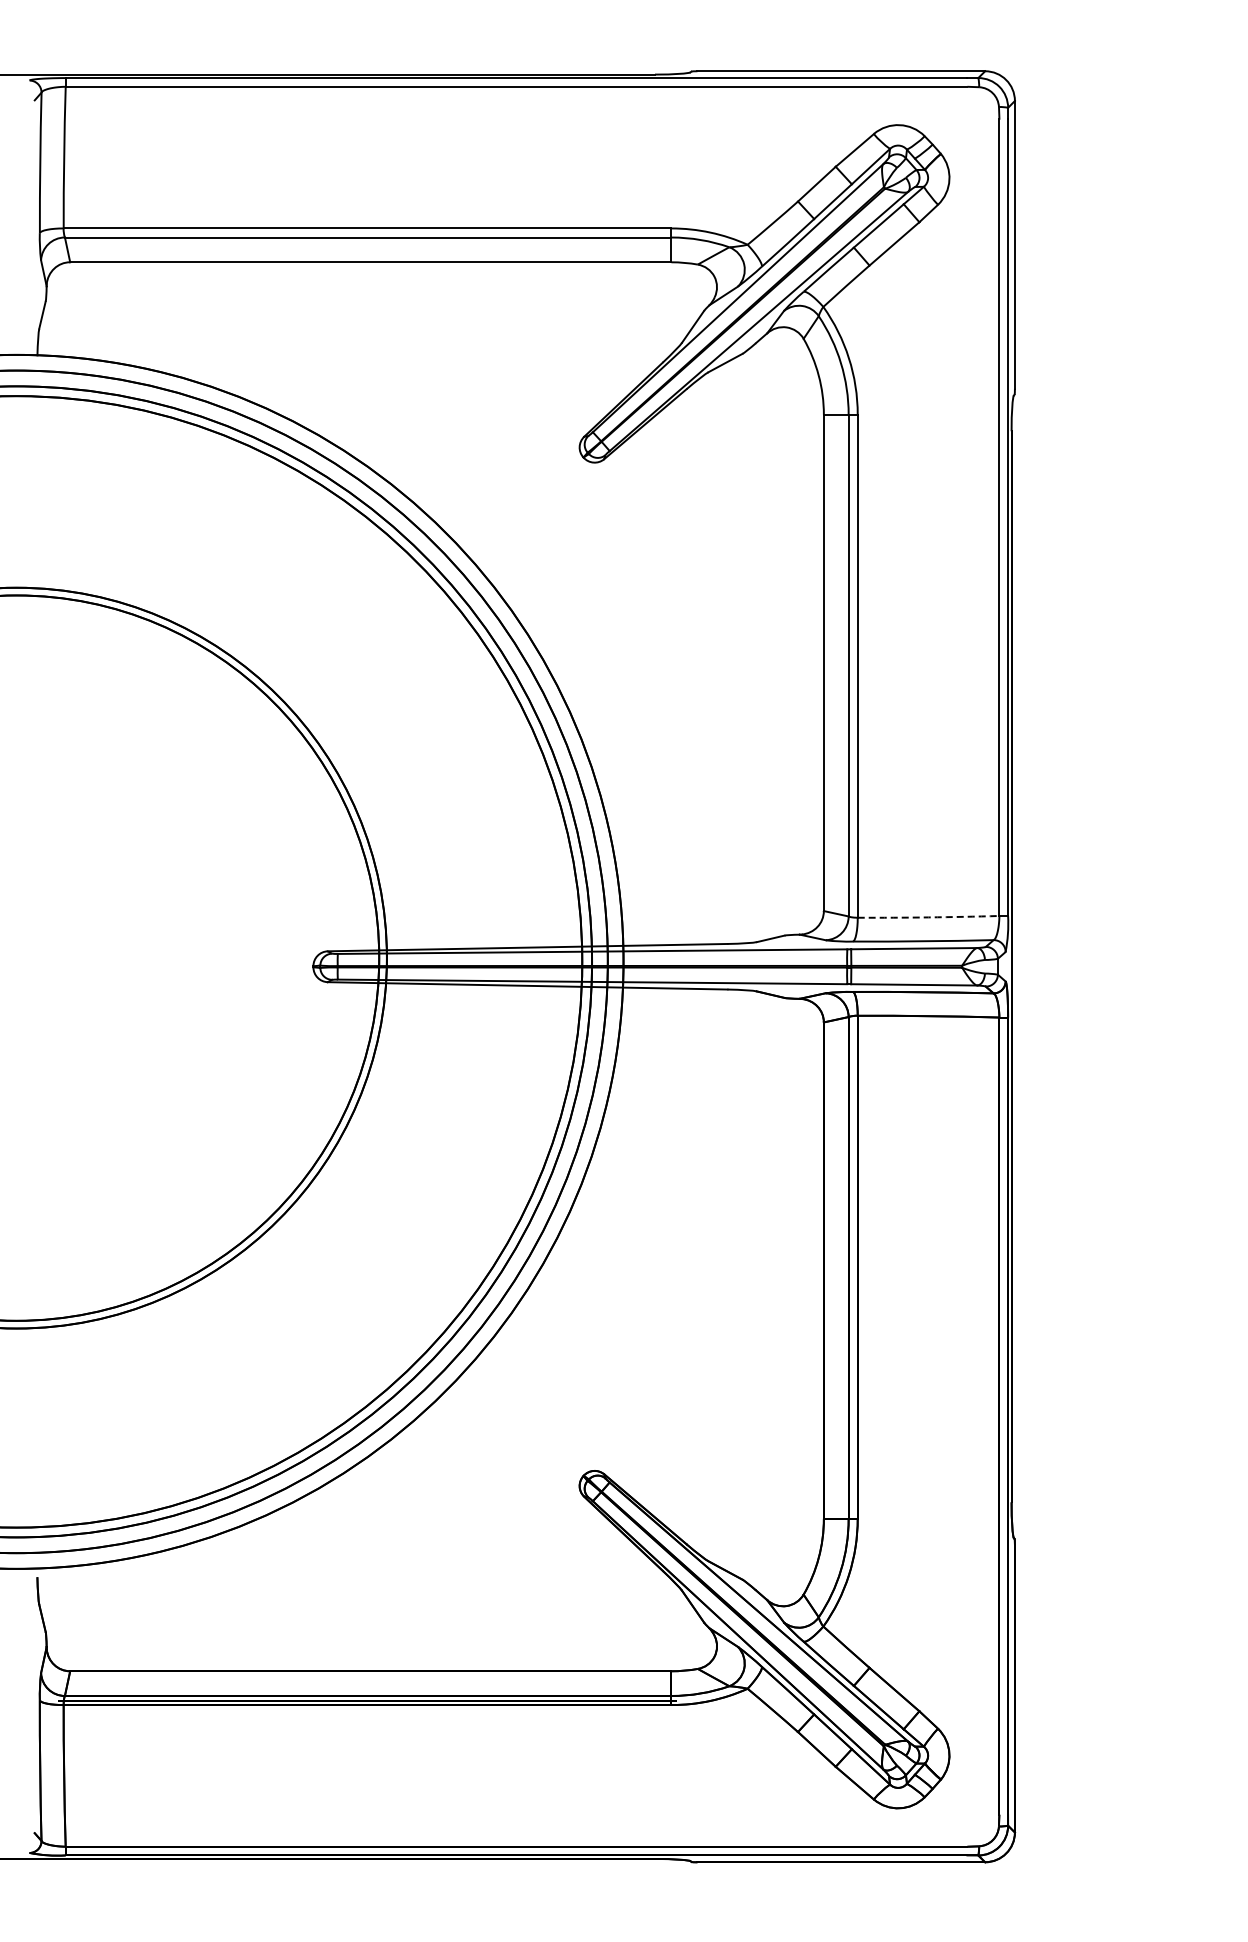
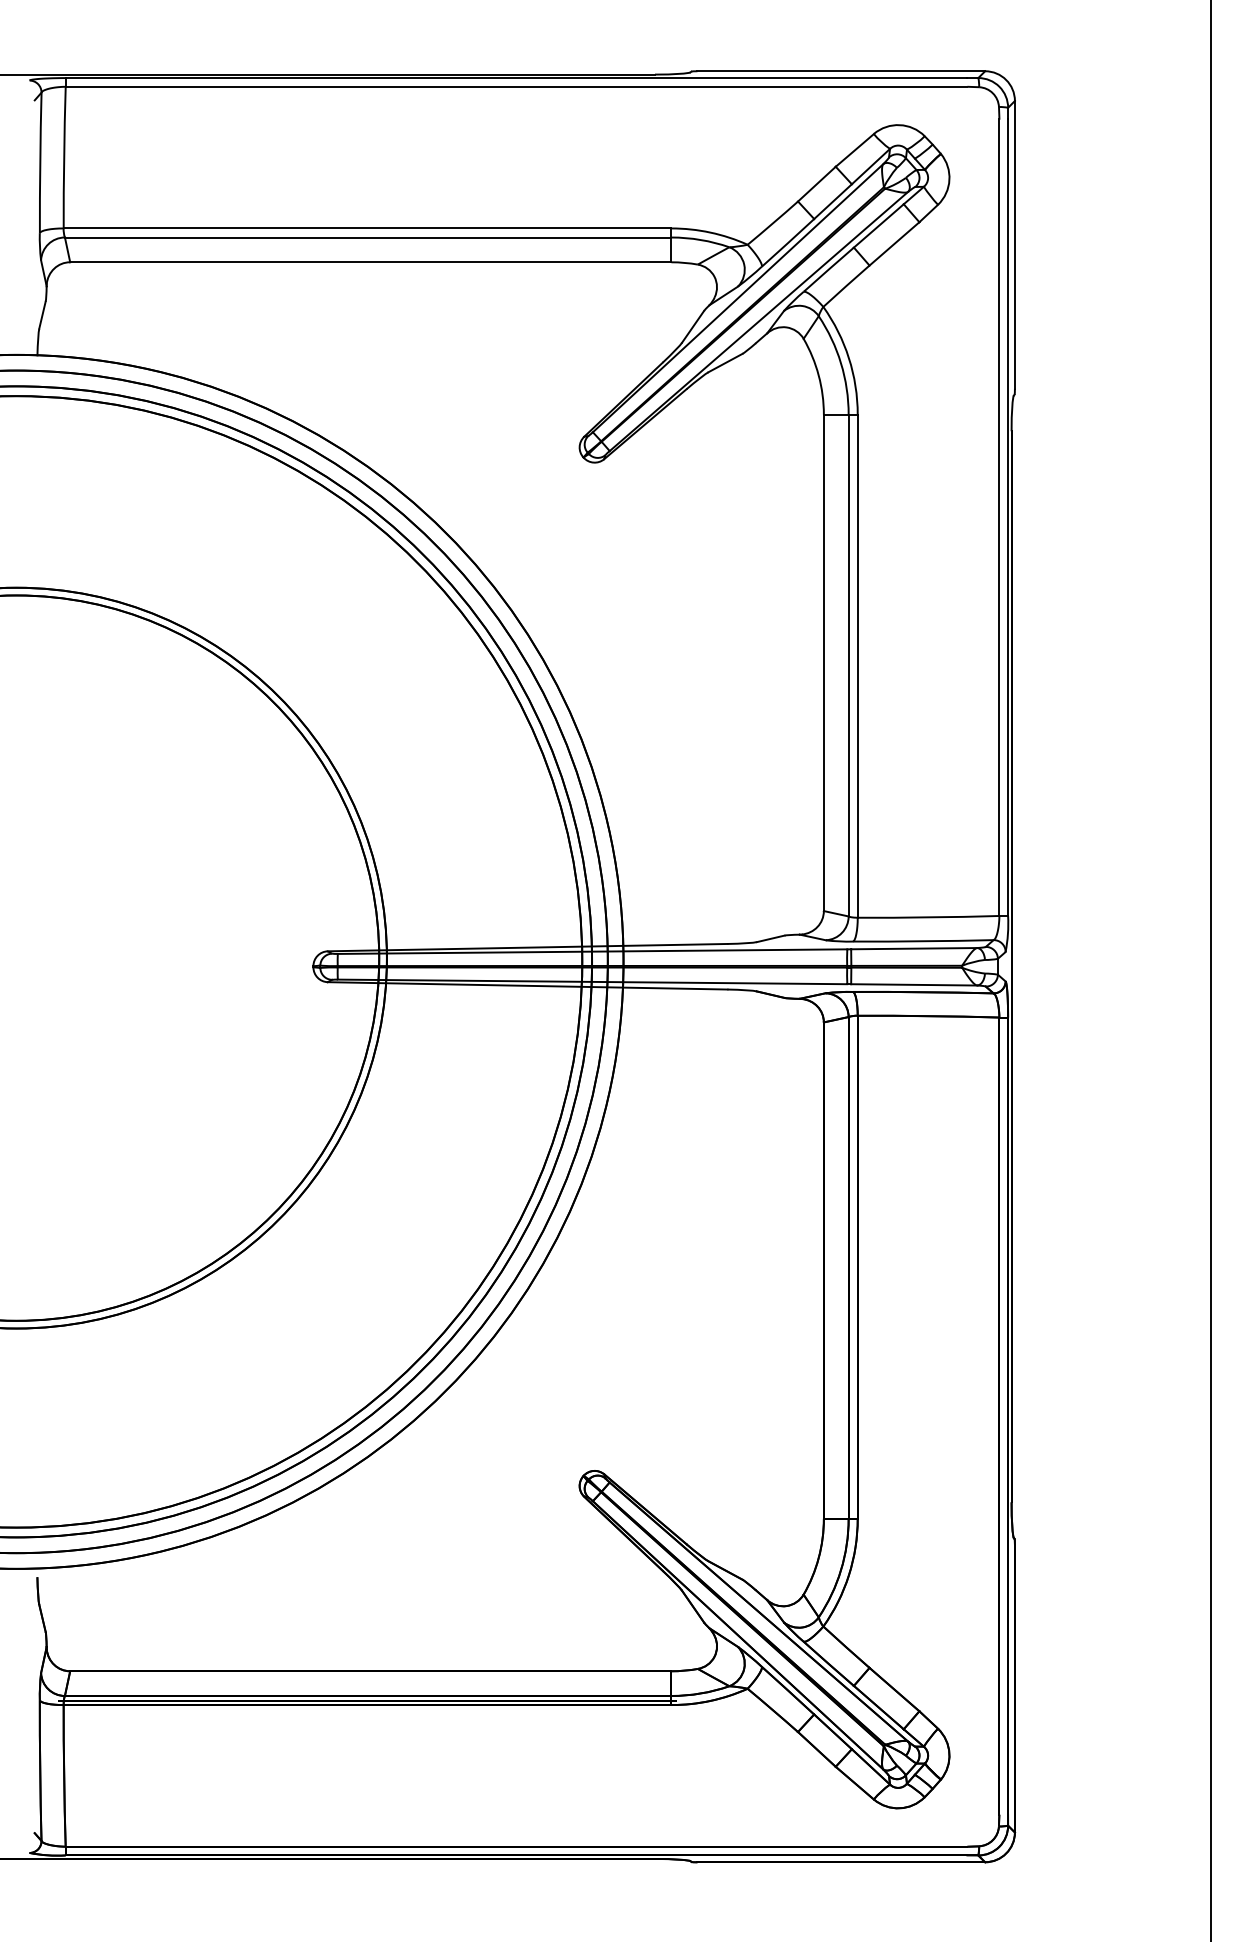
arc at (928, 917): dashed -> solid
line at (1210, 970): none -> present
